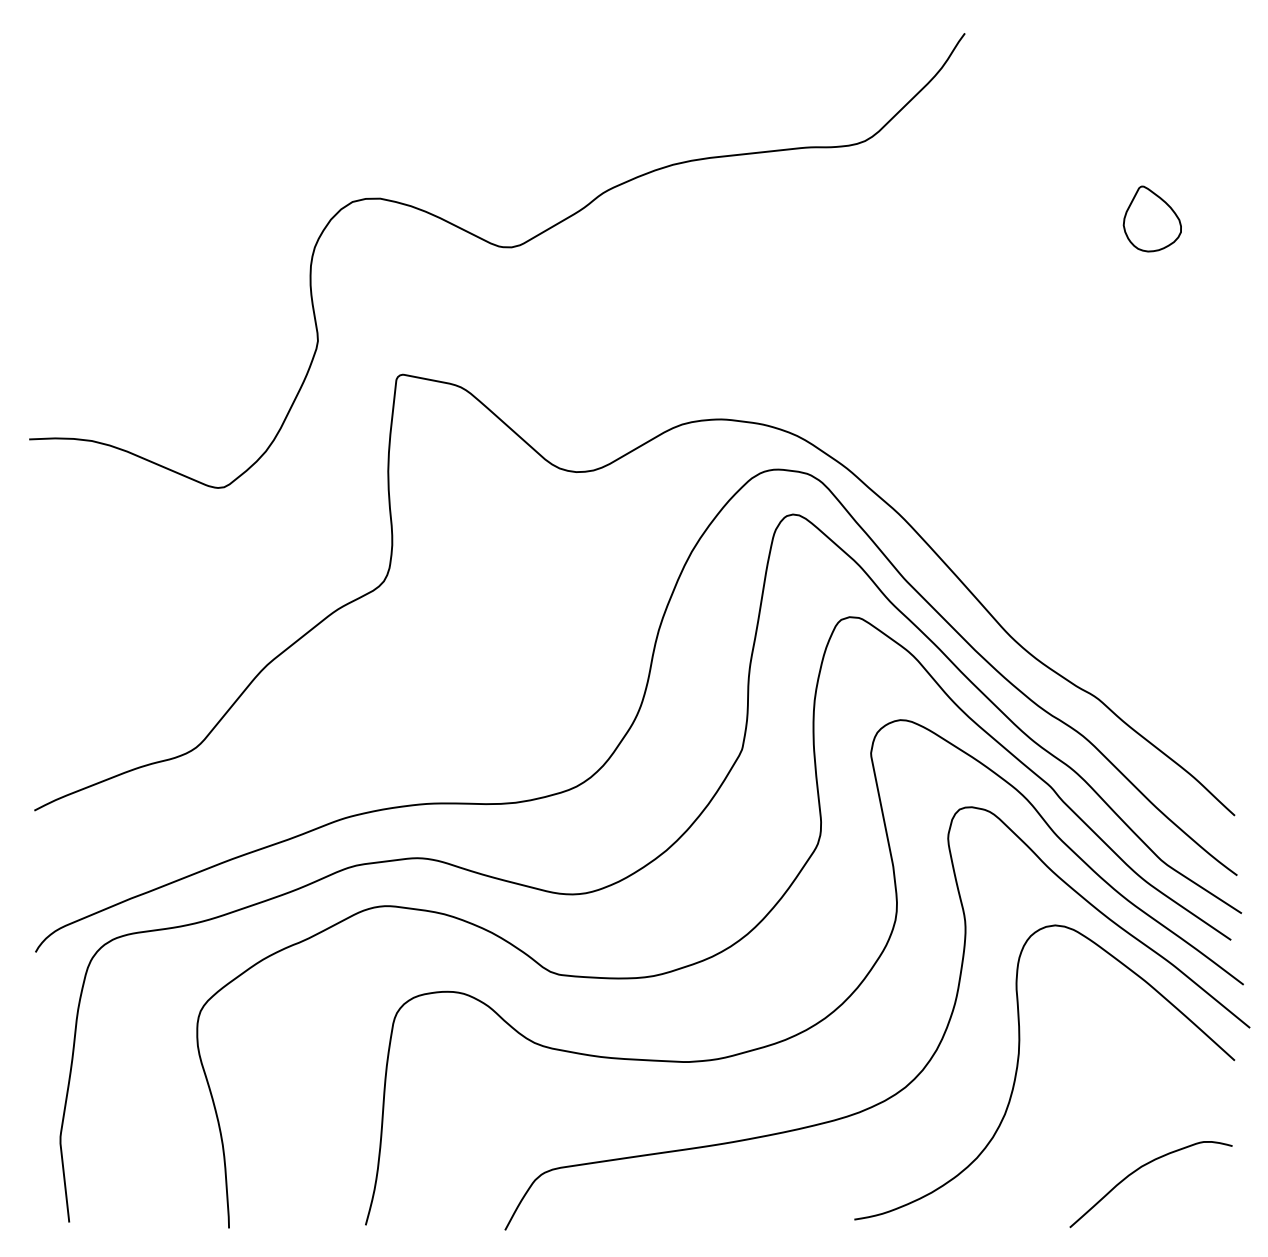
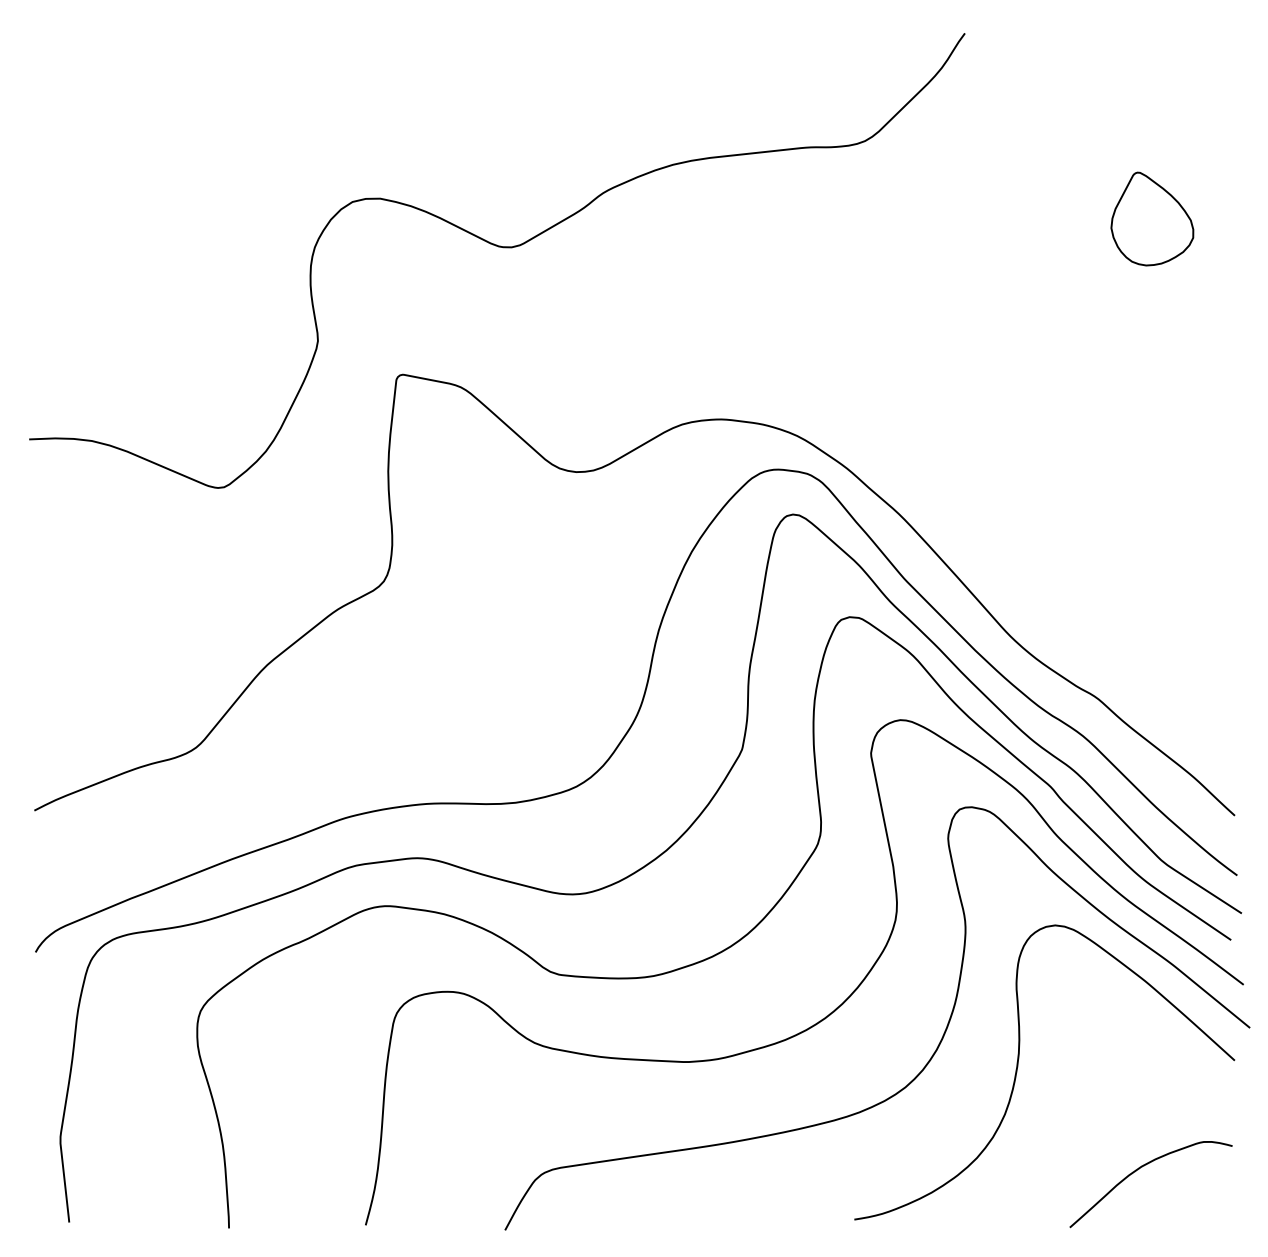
part at (1151, 218) size: 60x68 px -> 85x96 px
